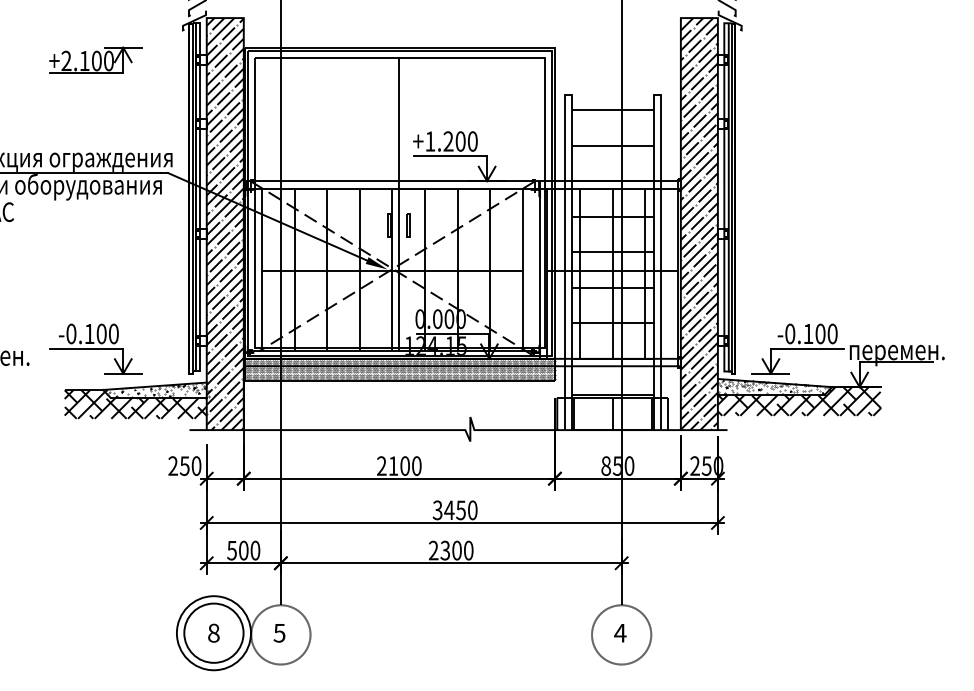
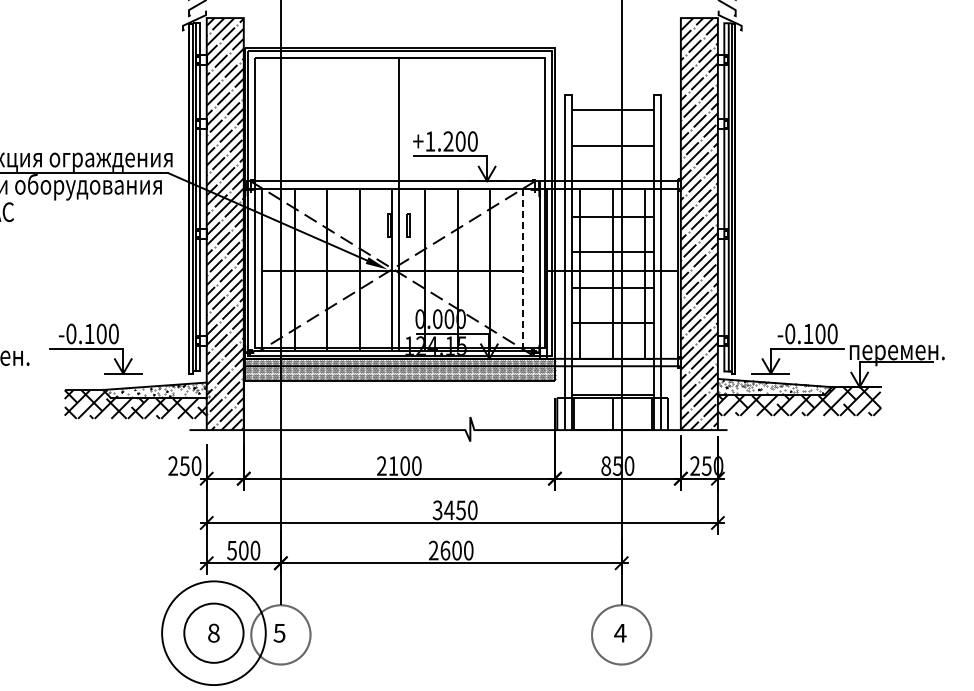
part at (95, 59): present -> none
line at (522, 270): solid -> dashed
text at (445, 550): 2300 -> 2600
circle at (213, 633) diameter: 74 px -> 104 px
